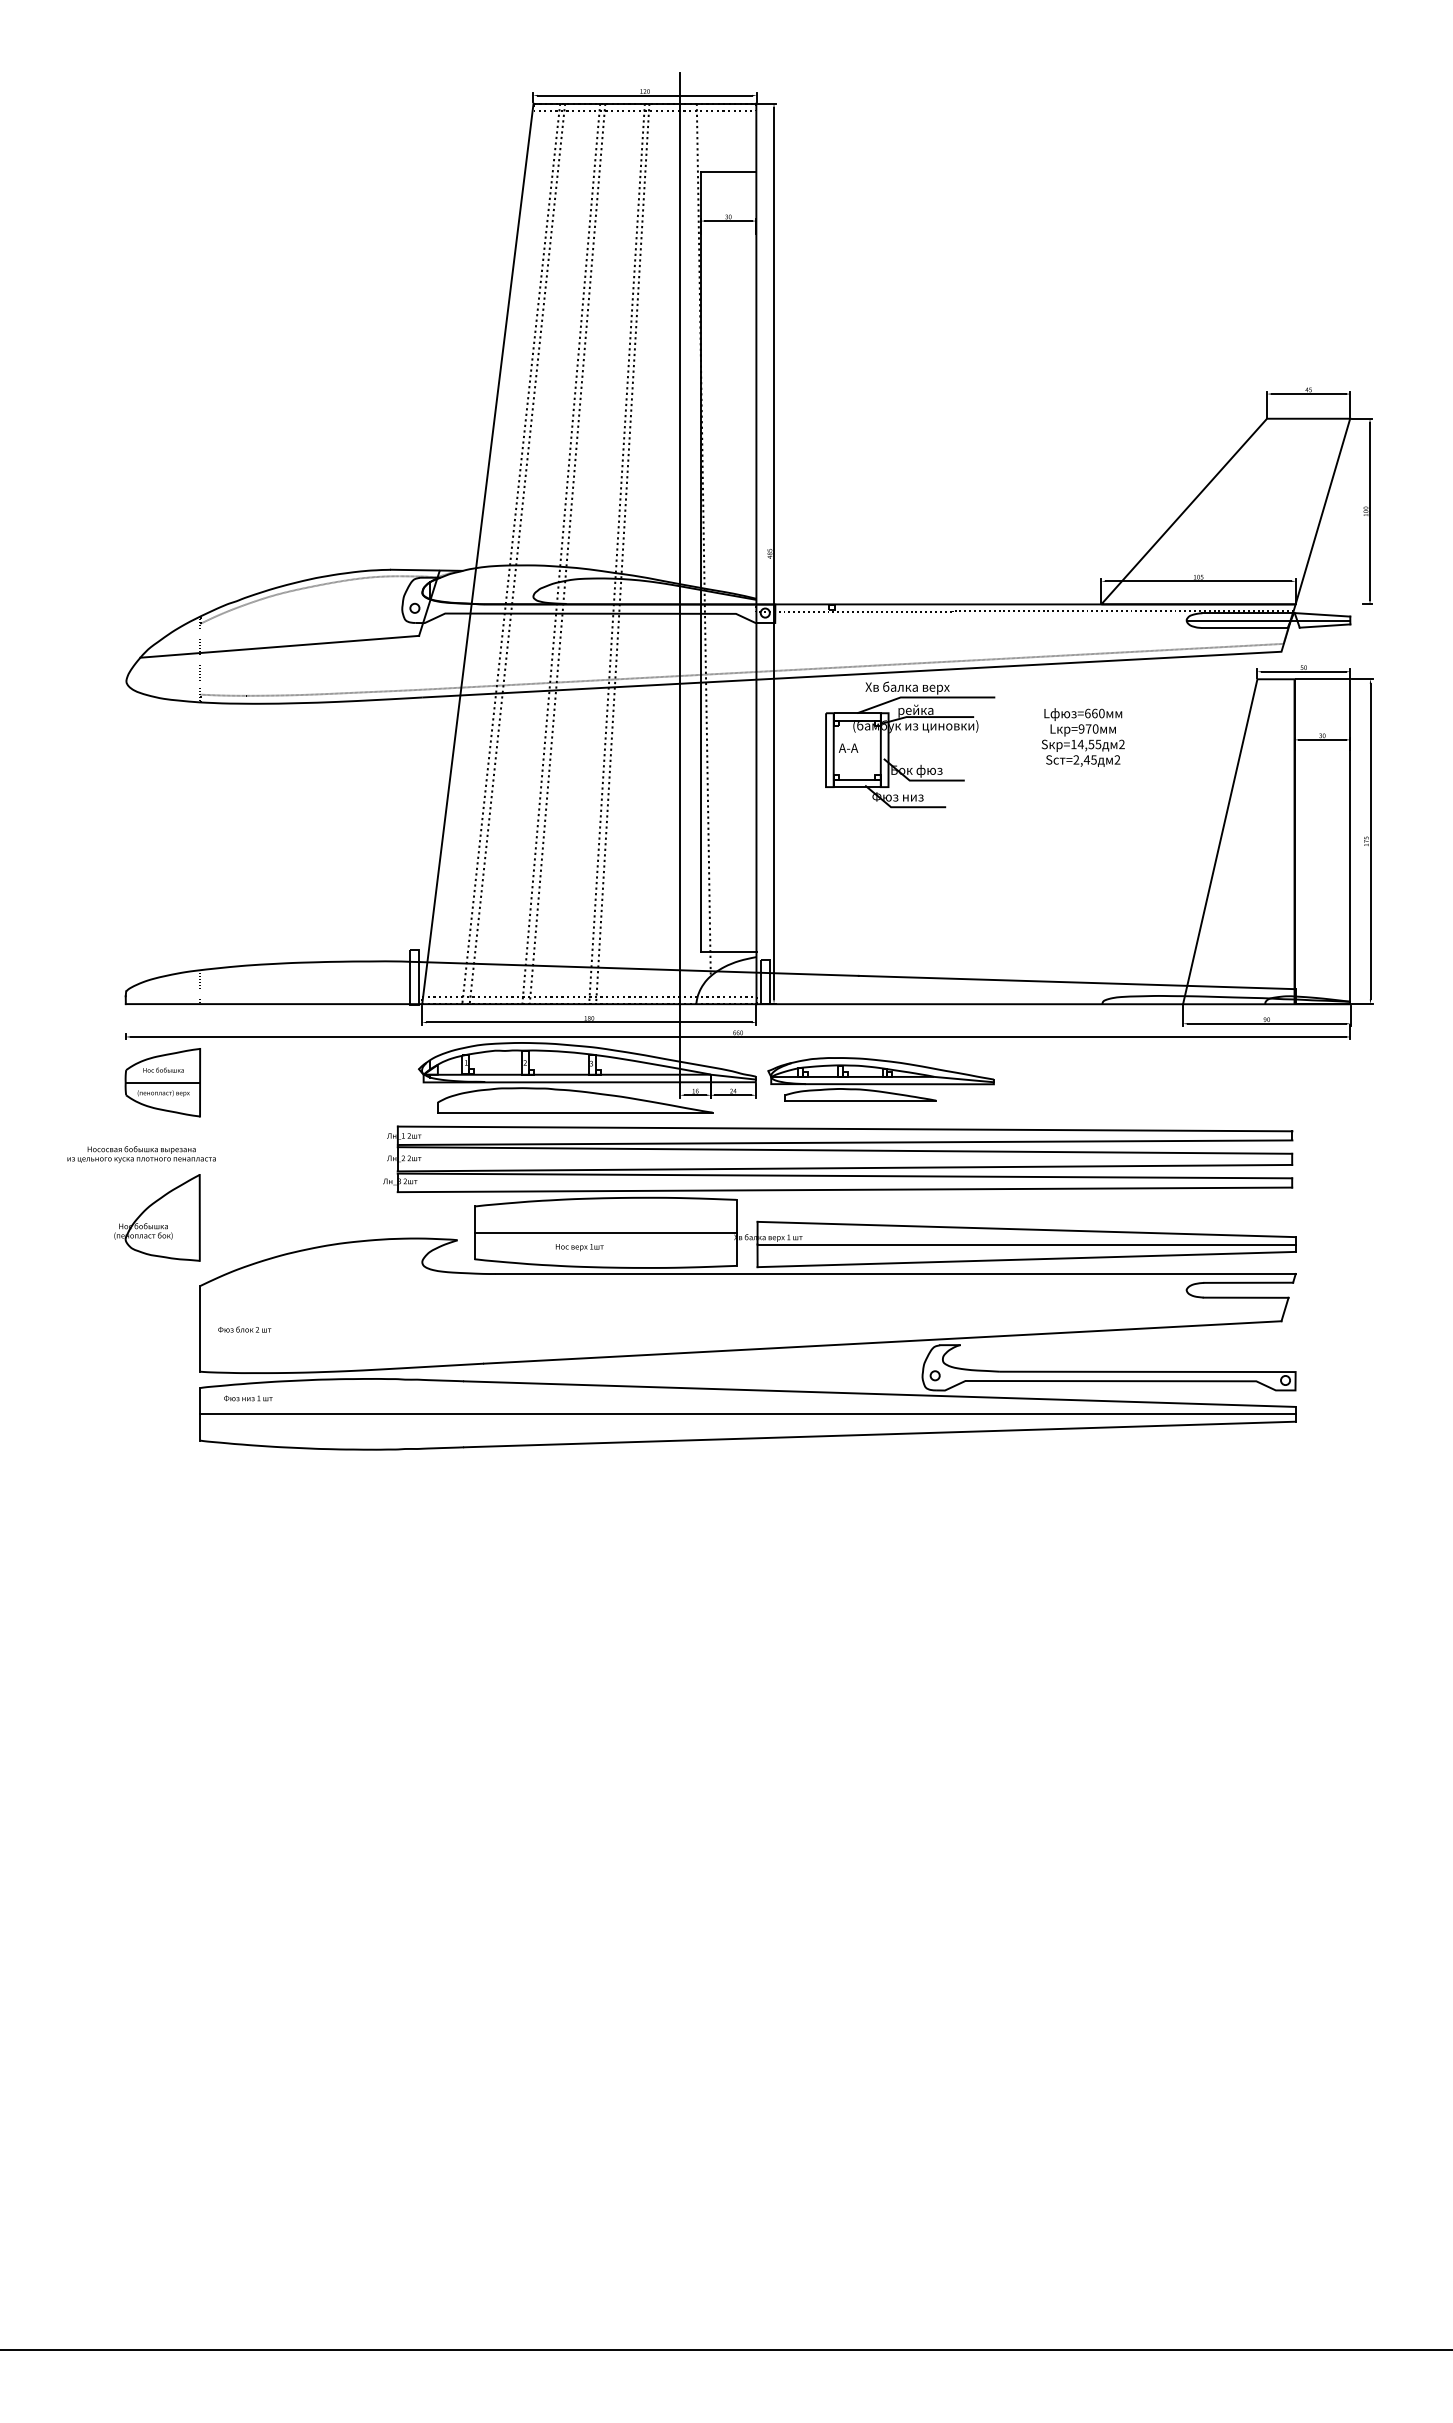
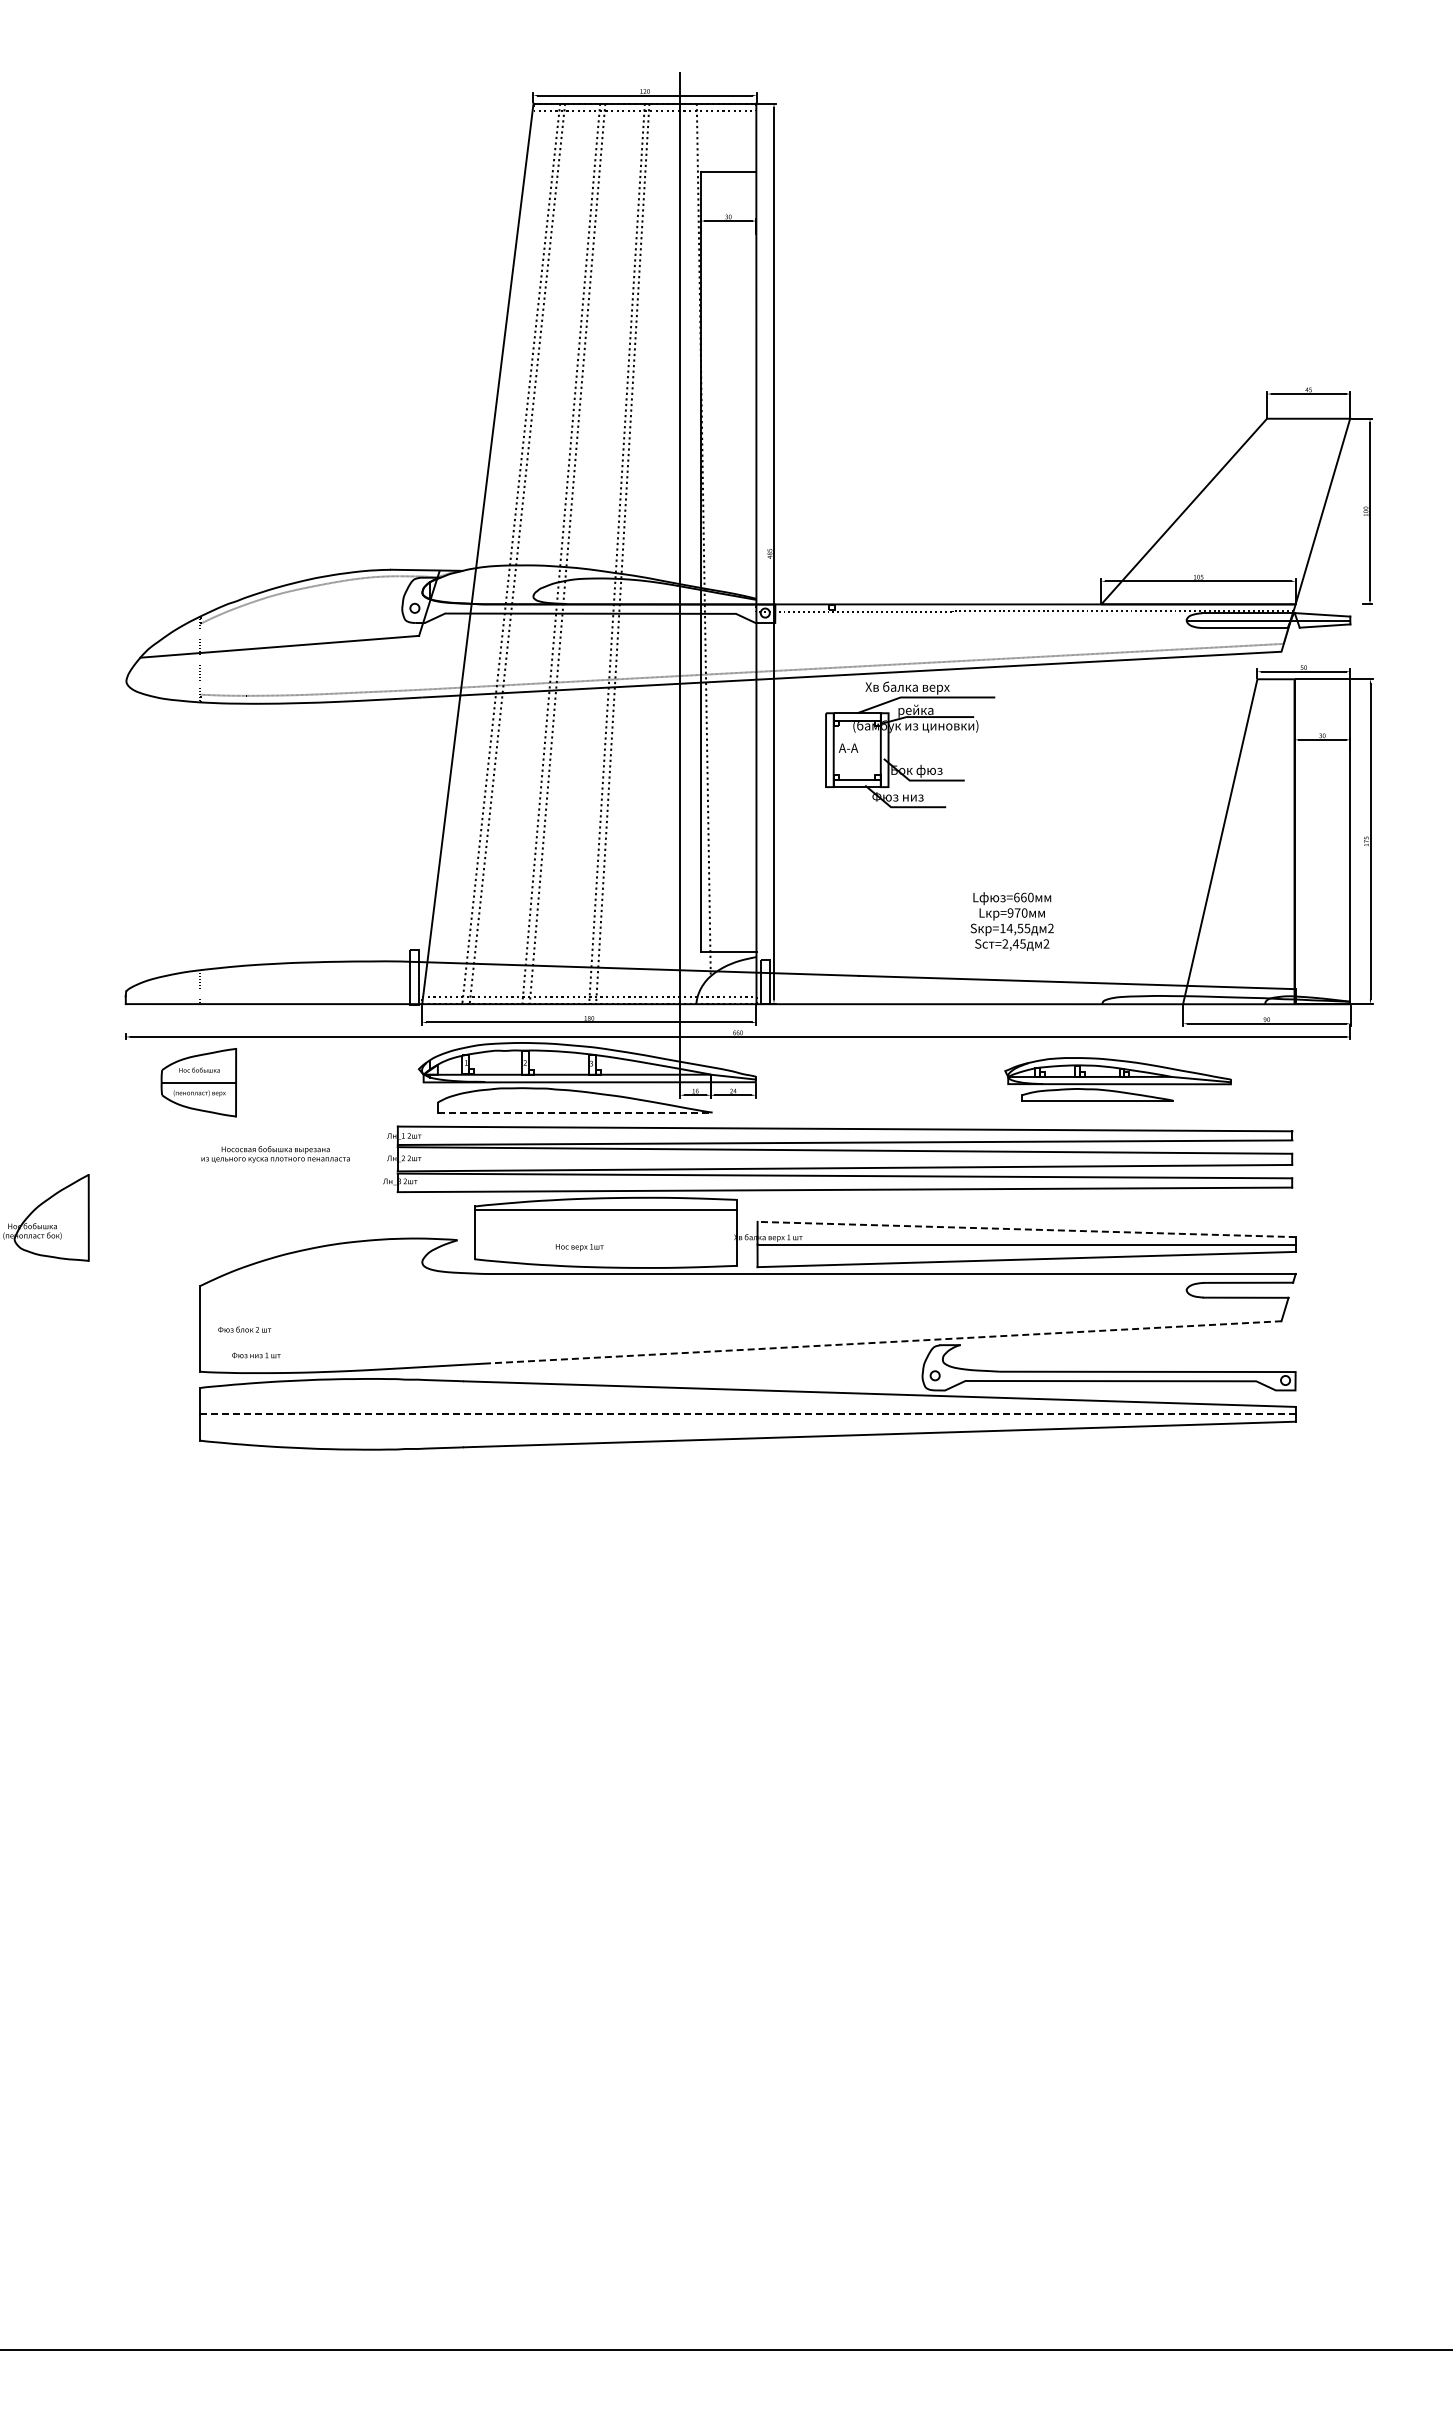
text at (1082, 737) position: (1082, 737) -> (1011, 921)
part at (880, 1079) position: (880, 1079) -> (1117, 1079)
part at (162, 1082) position: (162, 1082) -> (198, 1082)
line at (575, 1112): solid -> dashed
text at (141, 1154) position: (141, 1154) -> (275, 1154)
part at (157, 1217) position: (157, 1217) -> (46, 1217)
line at (1026, 1229): solid -> dashed
line at (605, 1232) position: (605, 1232) -> (605, 1209)
line at (883, 1342): solid -> dashed
text at (248, 1398) position: (248, 1398) -> (256, 1355)
line at (747, 1414): solid -> dashed
